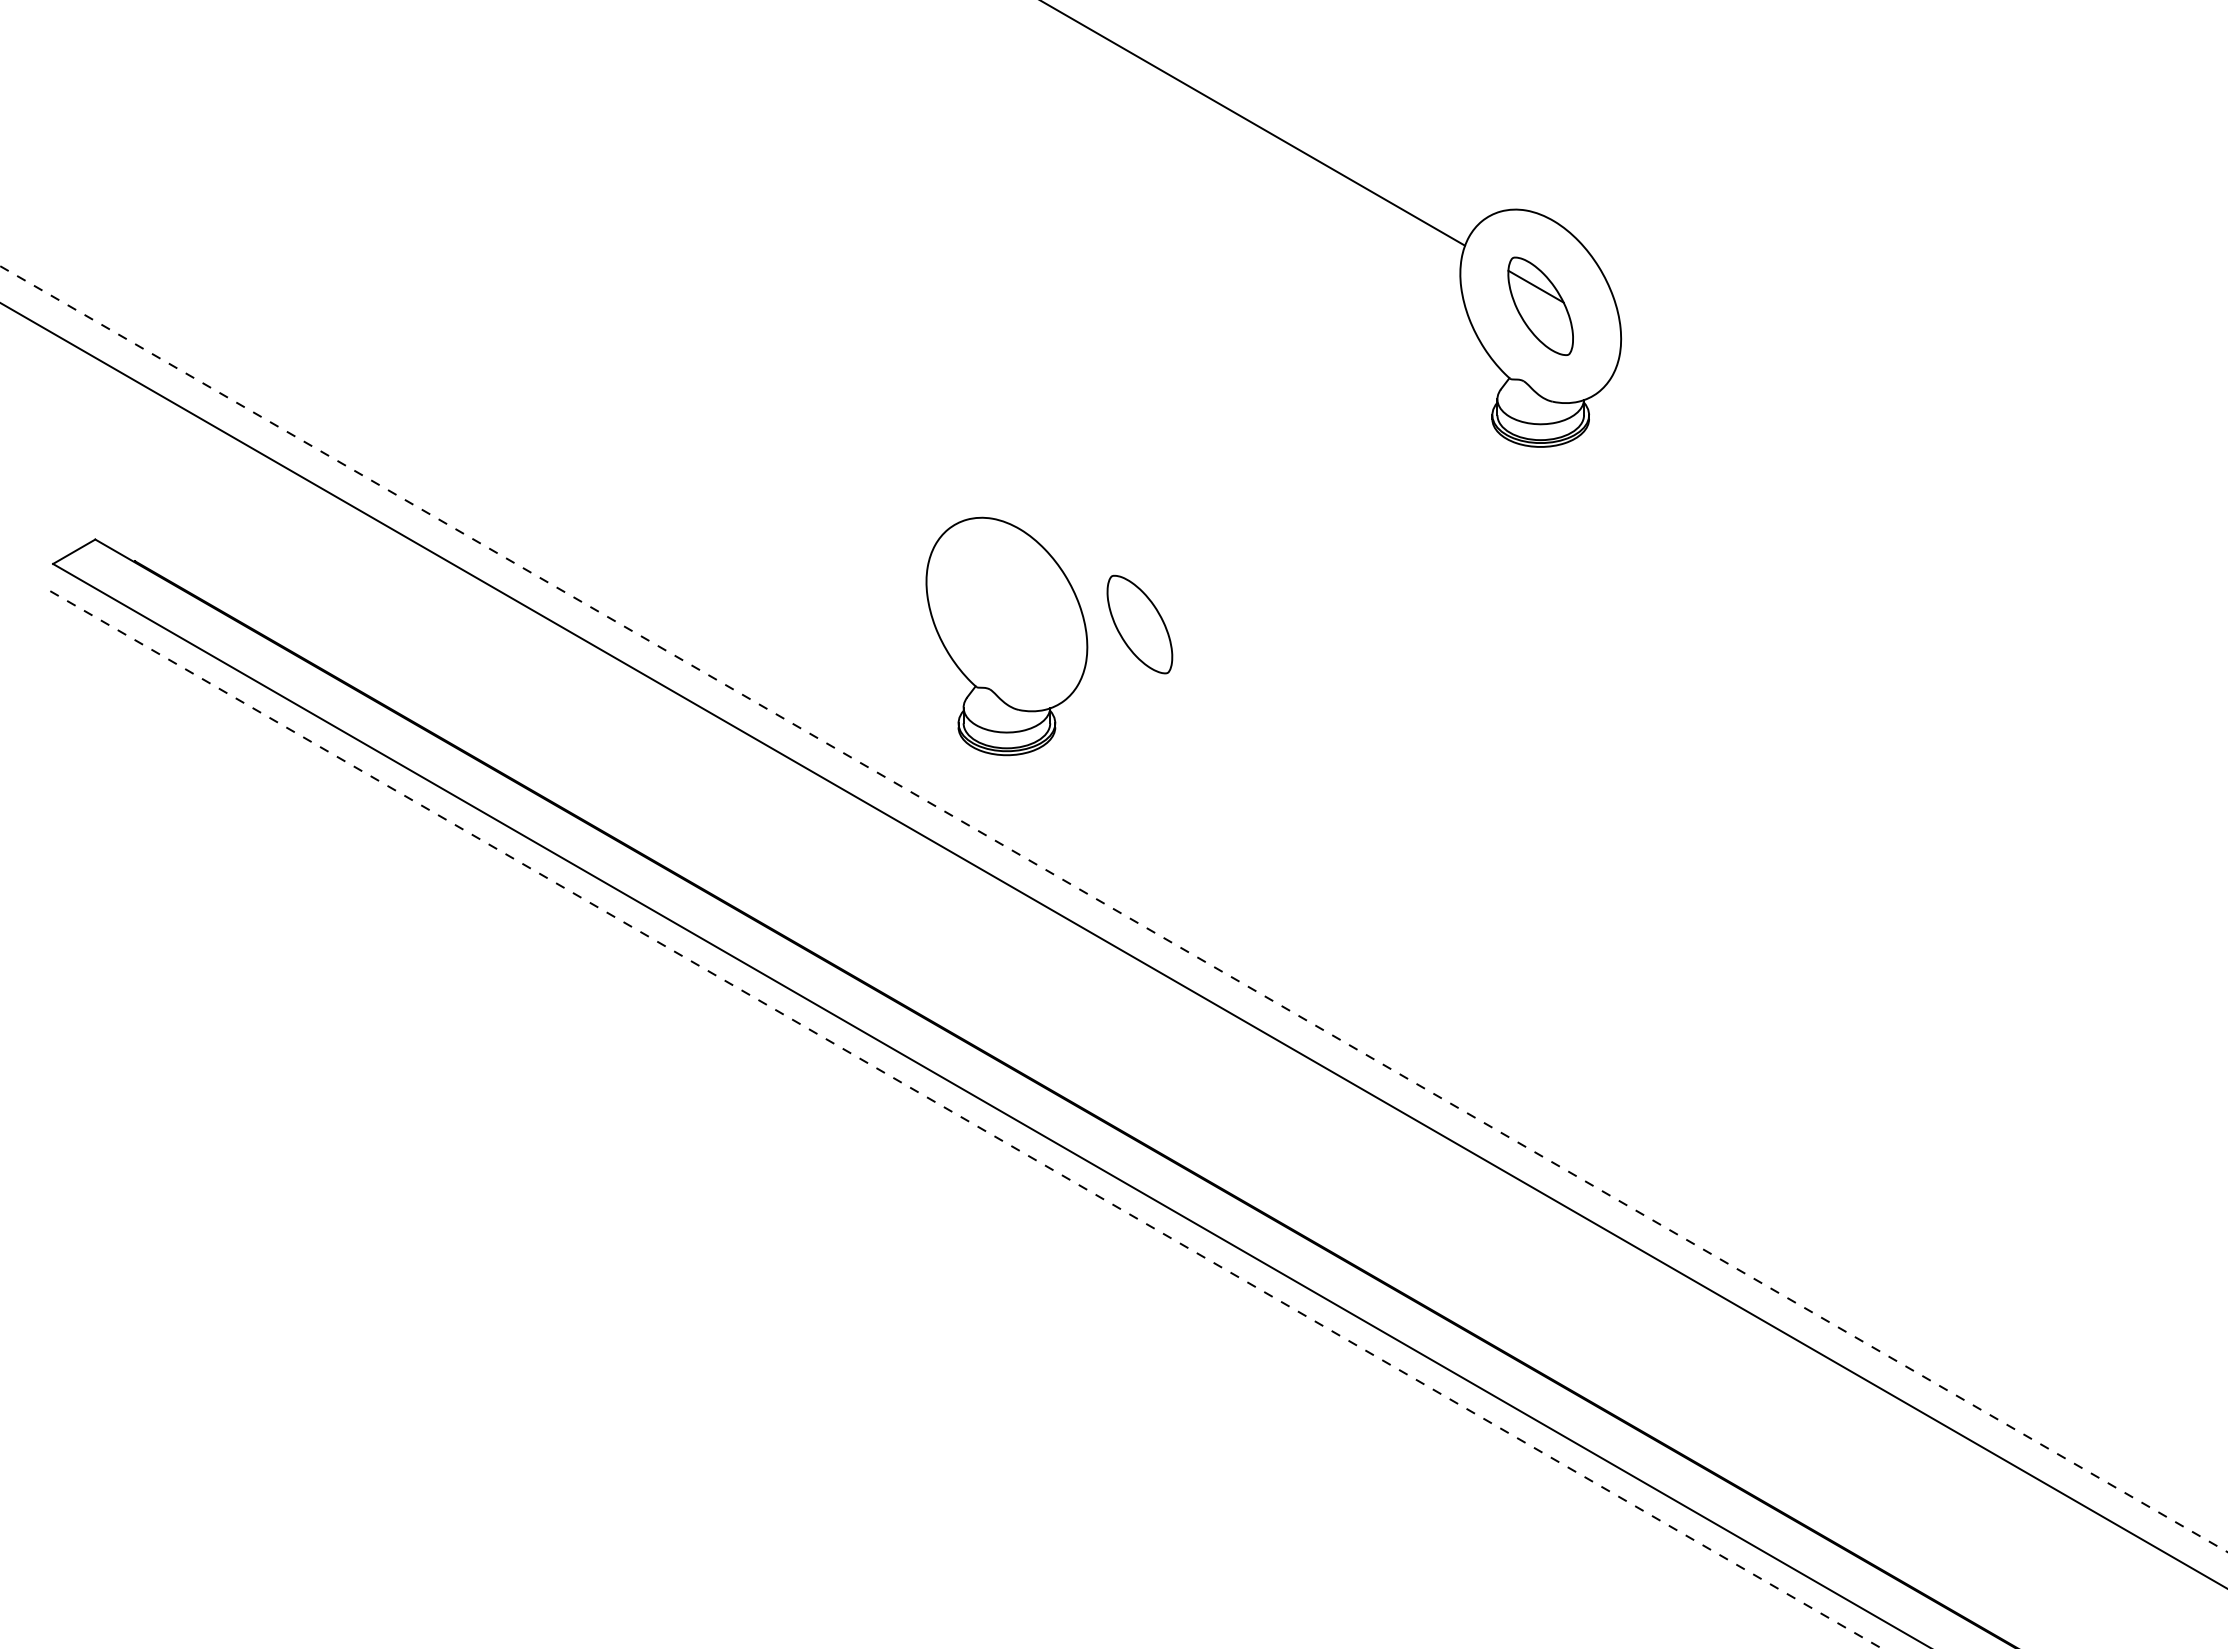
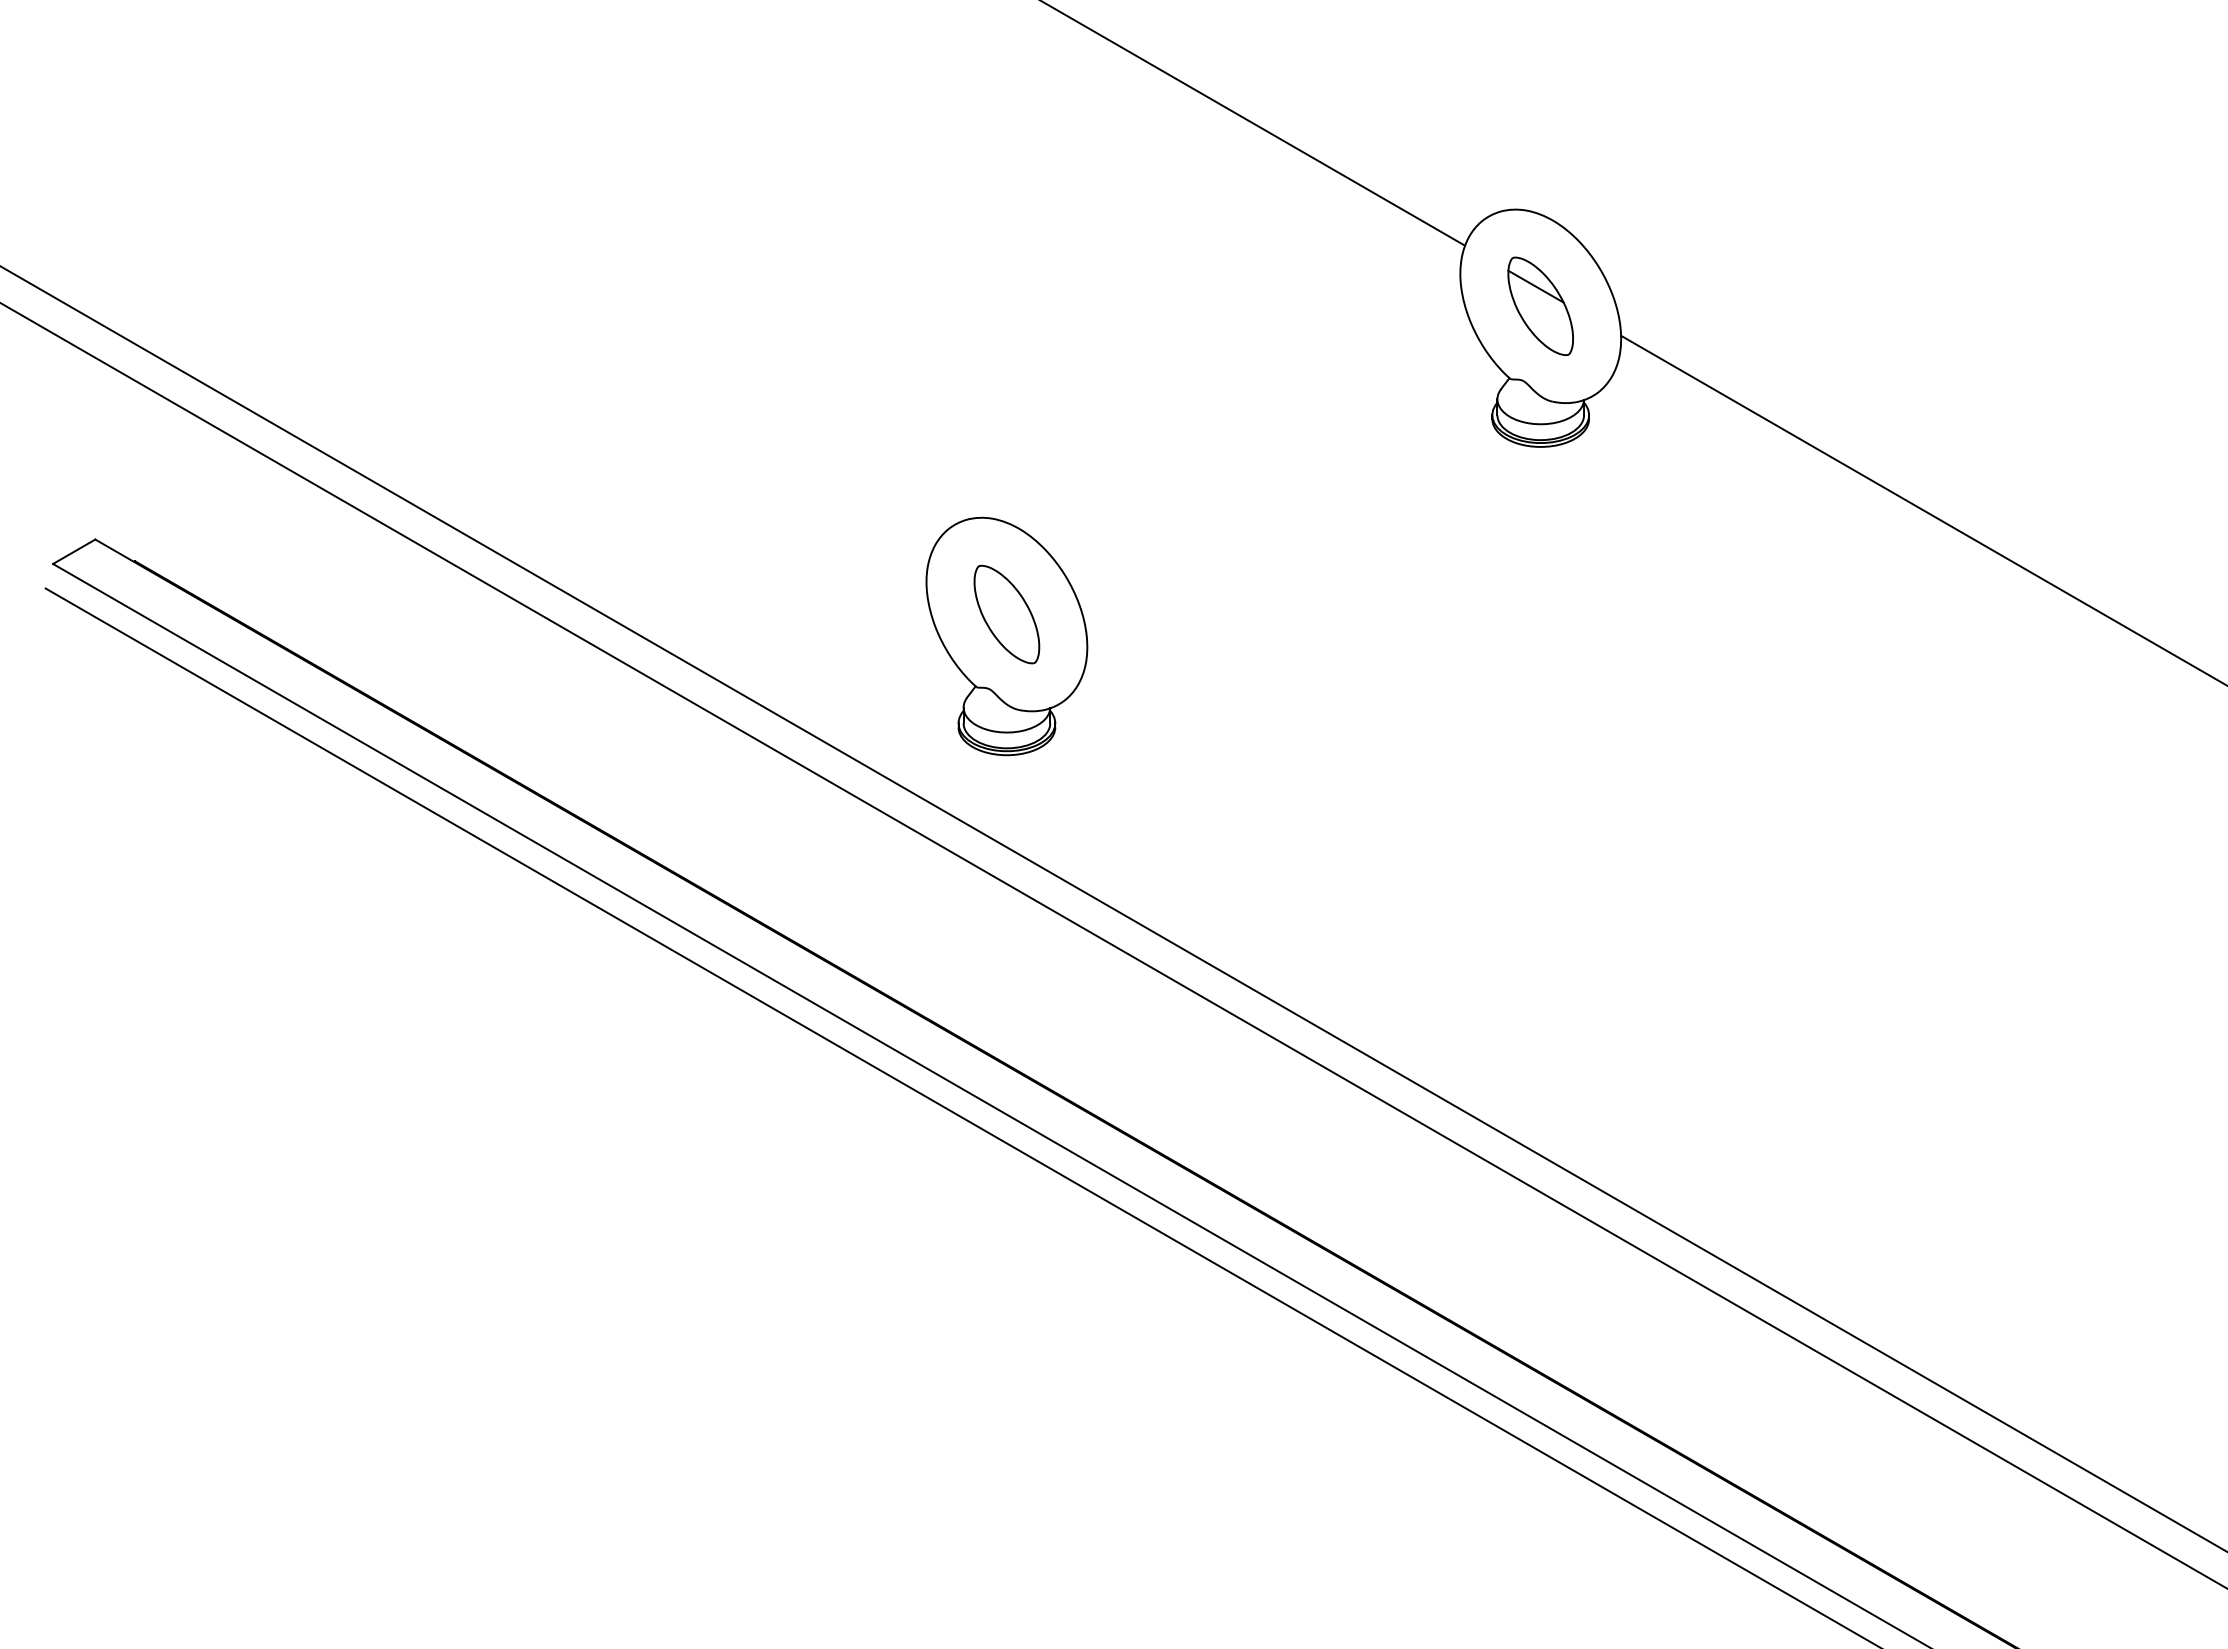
line at (1922, 509): none -> present
part at (1139, 624) position: (1139, 624) -> (1006, 614)
line at (1114, 909): dashed -> solid
line at (963, 1118): dashed -> solid
